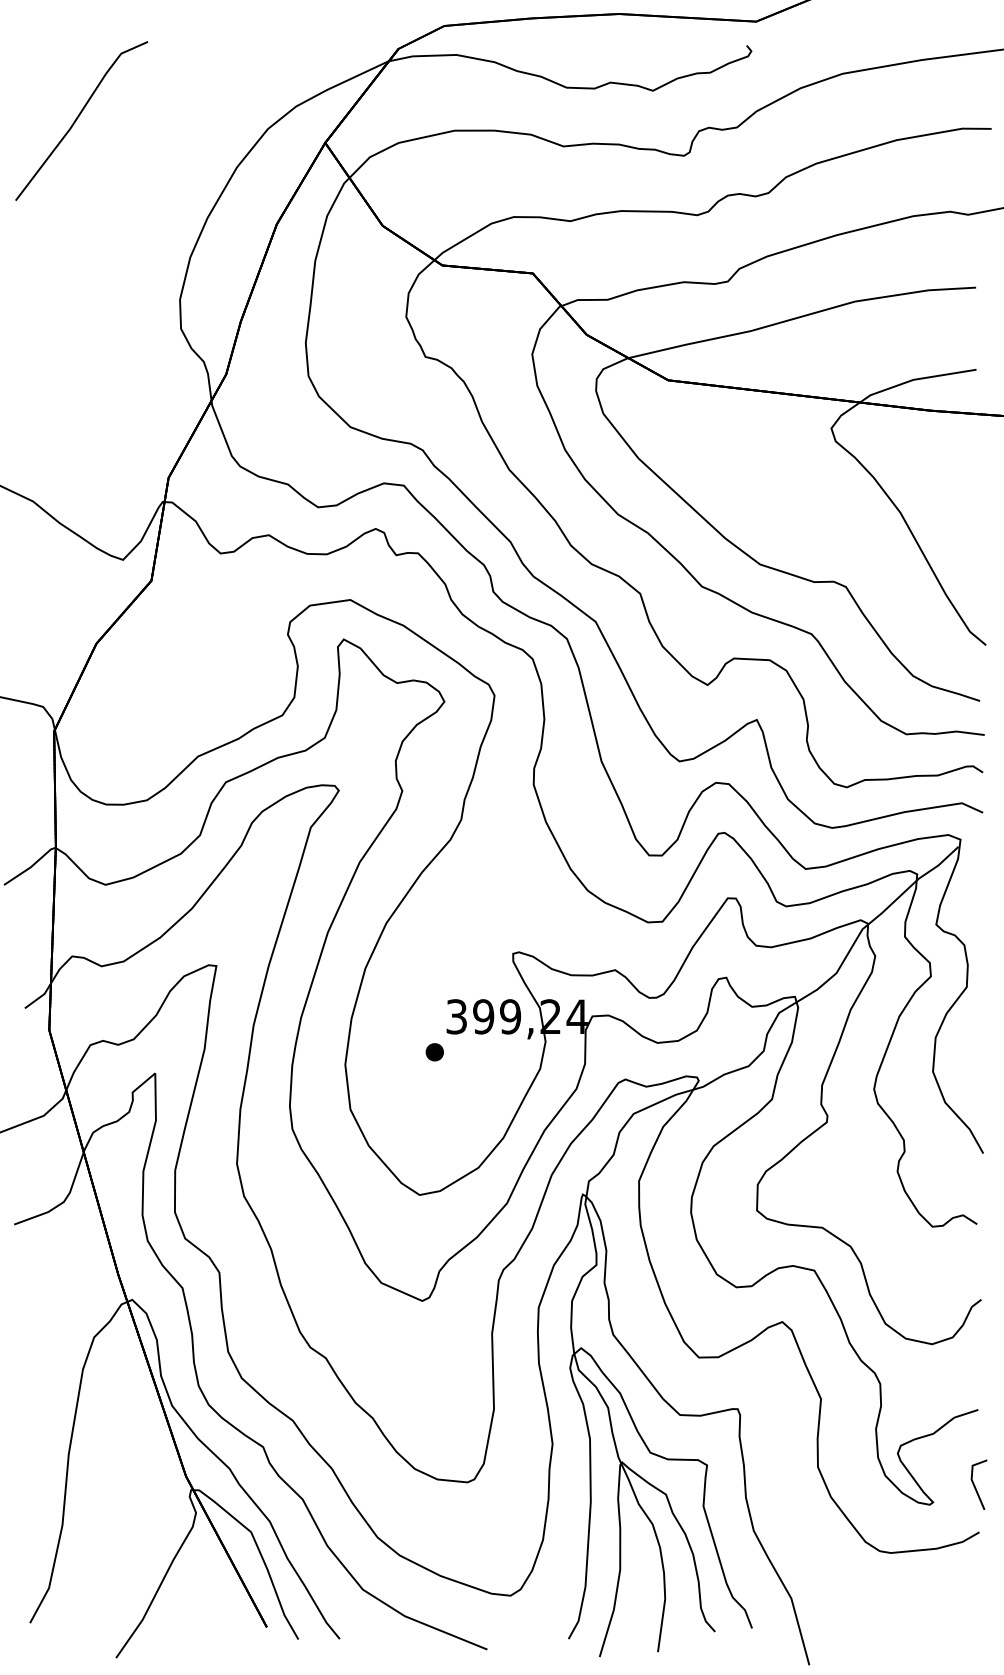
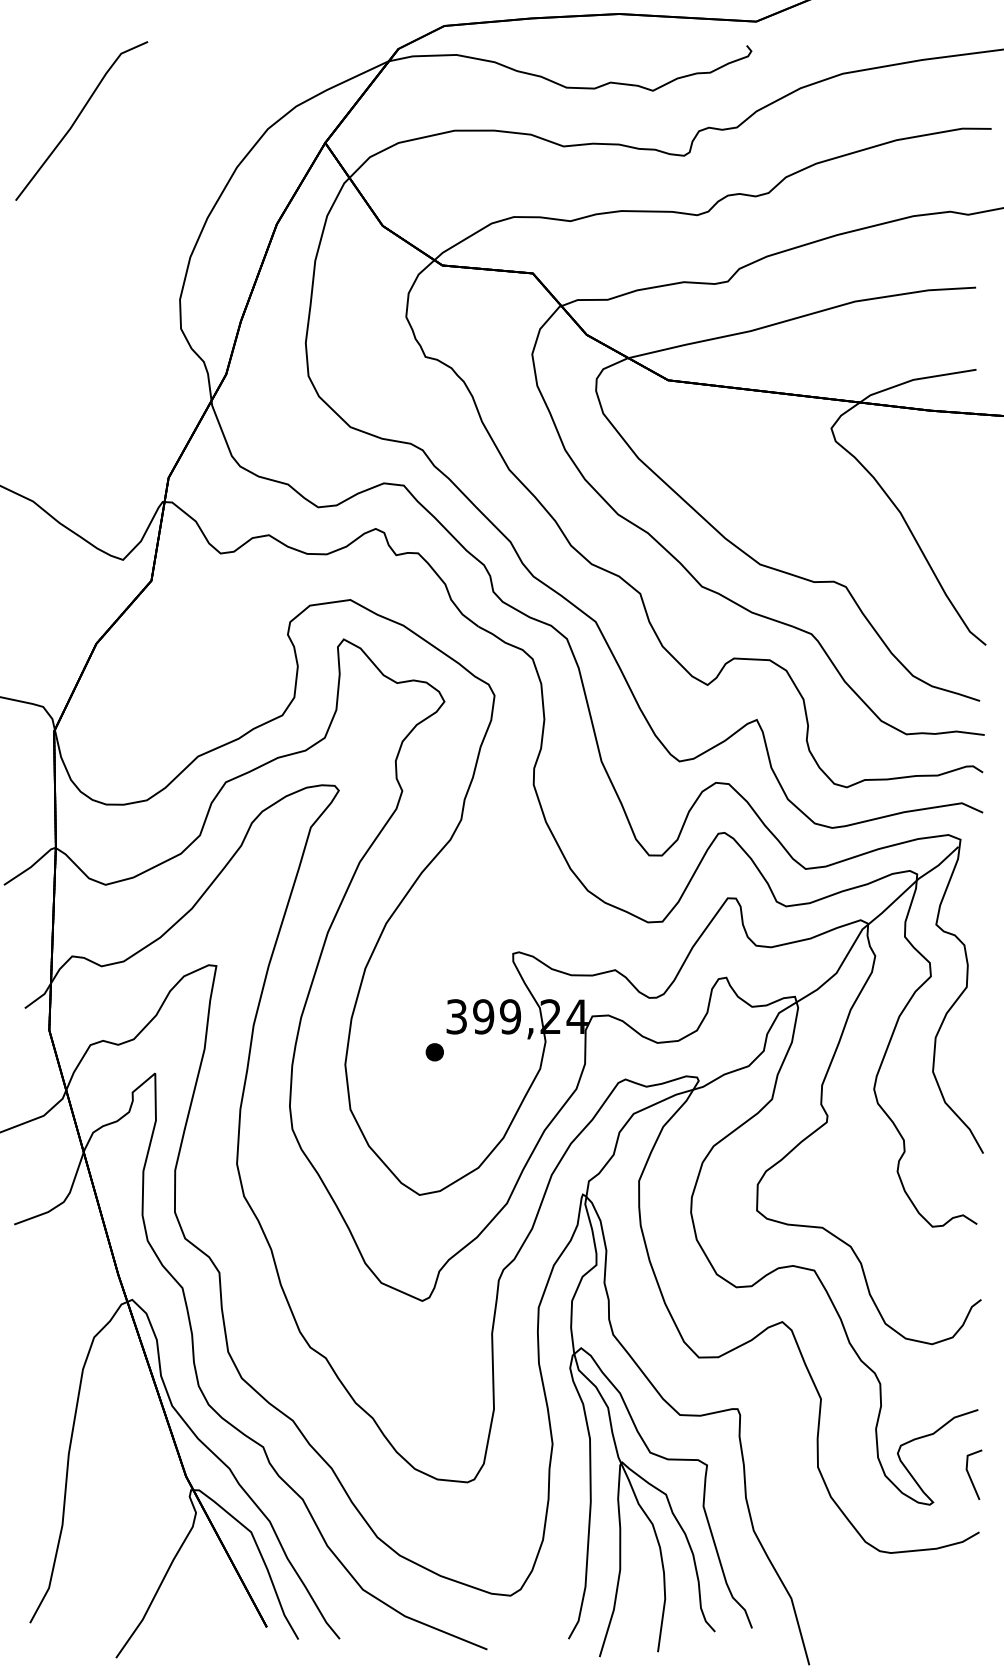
line at (975, 1485) position: (975, 1485) -> (970, 1475)
